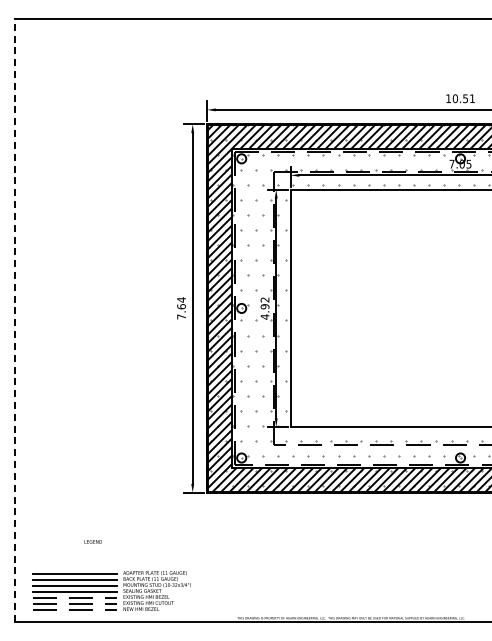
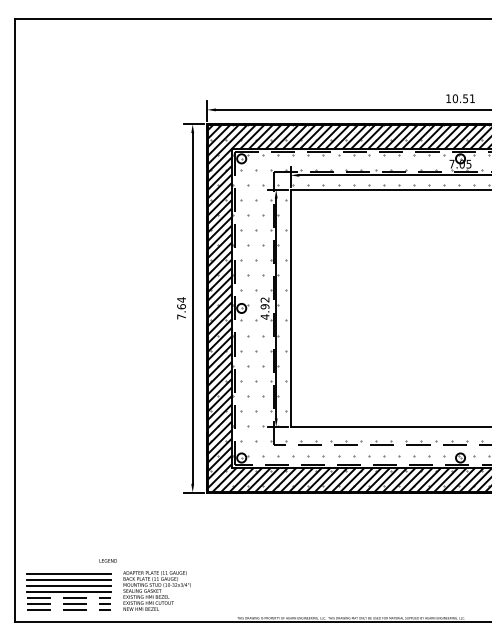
line at (14, 320): dashed -> solid
text at (92, 541) position: (92, 541) -> (107, 560)
part at (74, 591) position: (74, 591) -> (68, 591)
